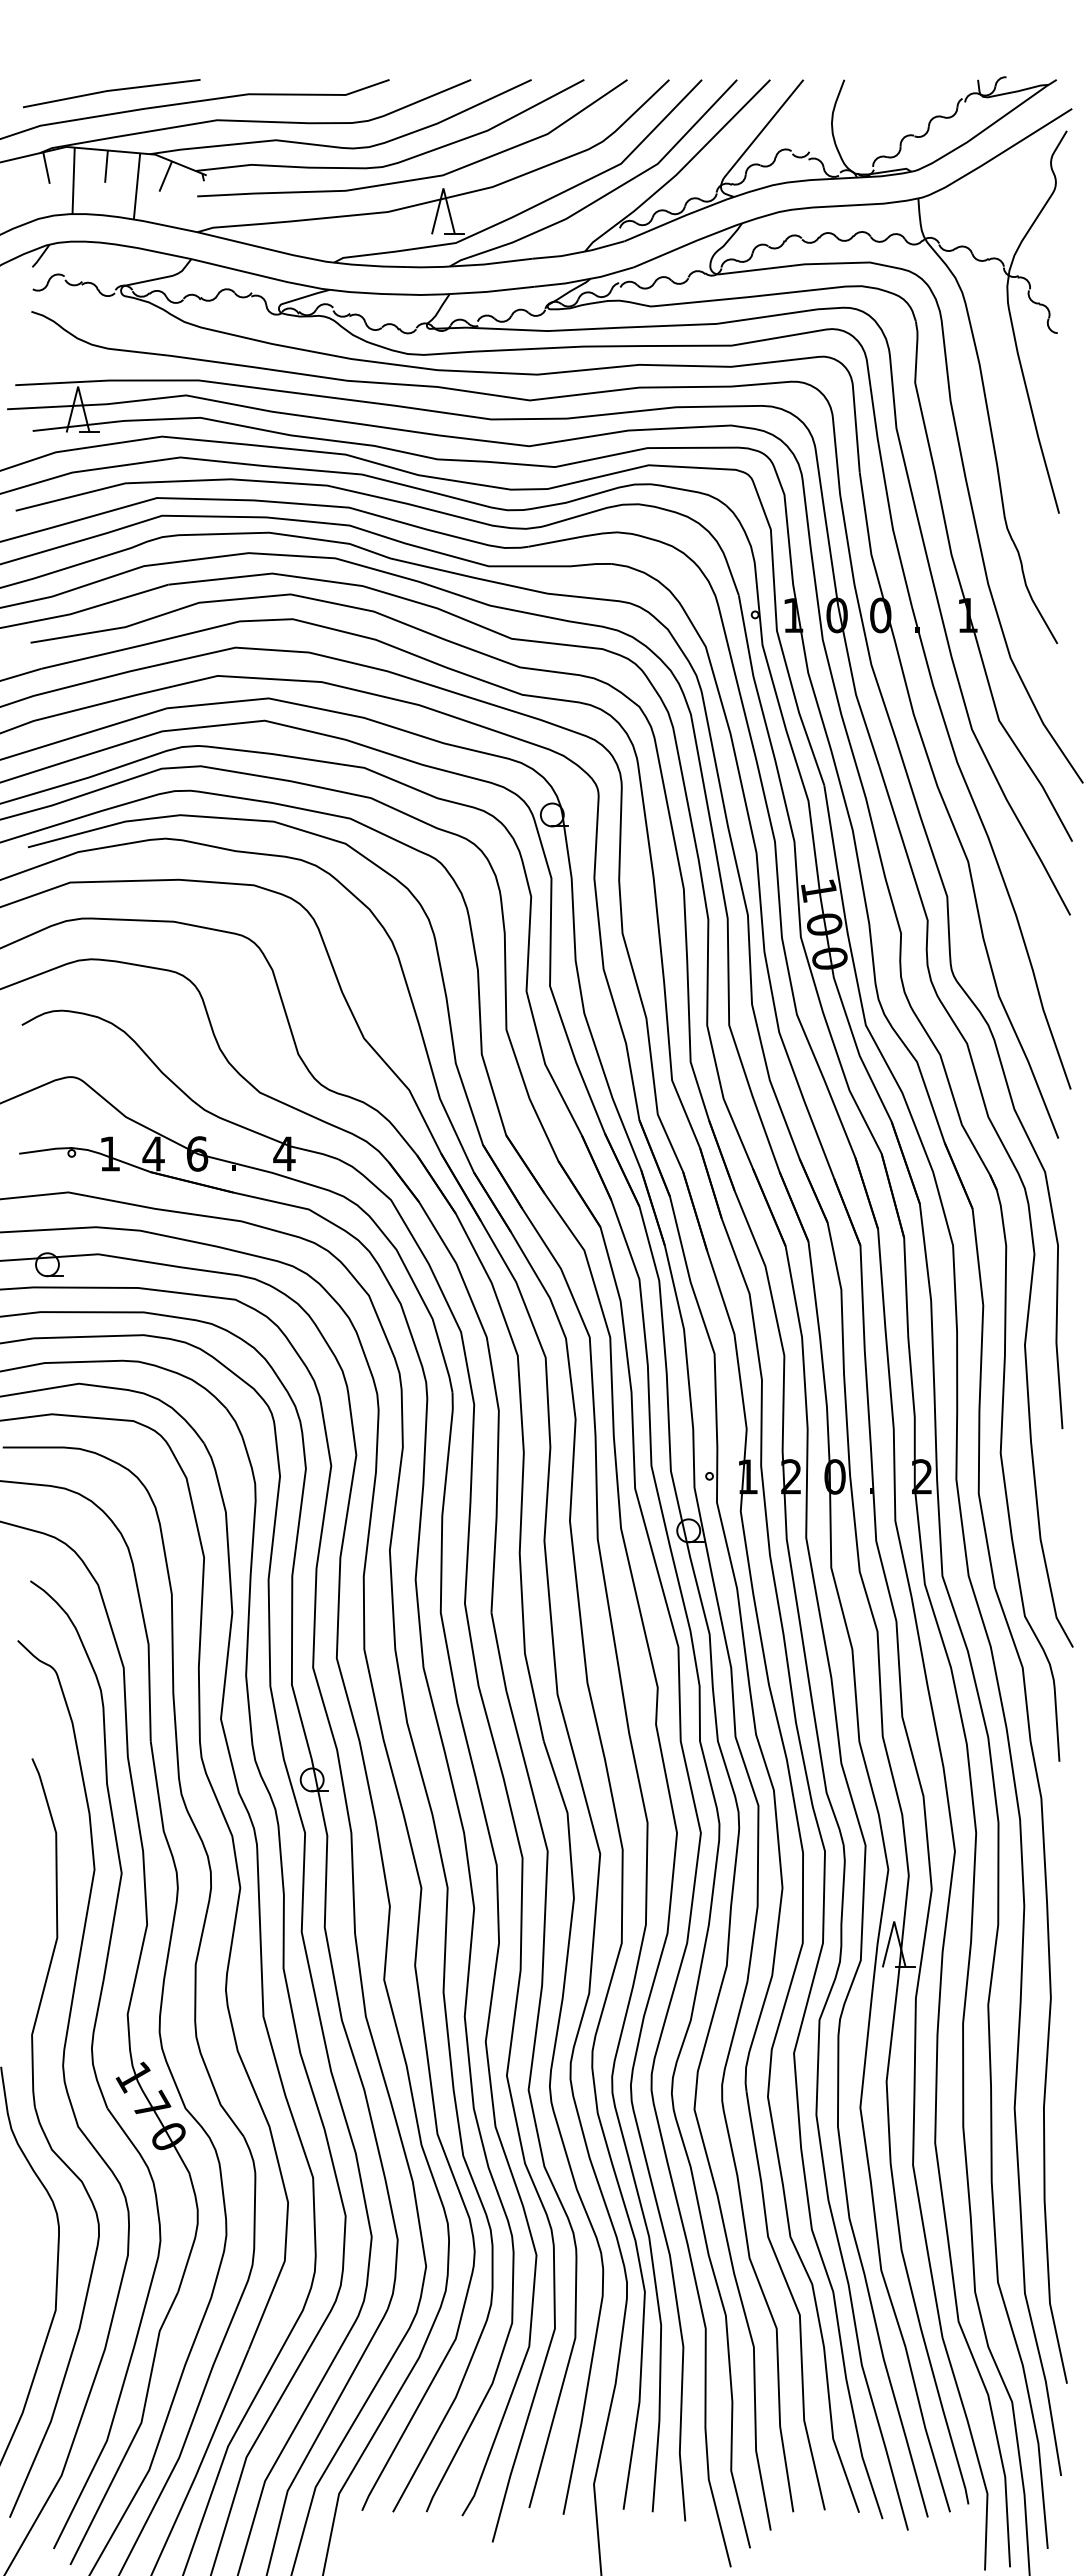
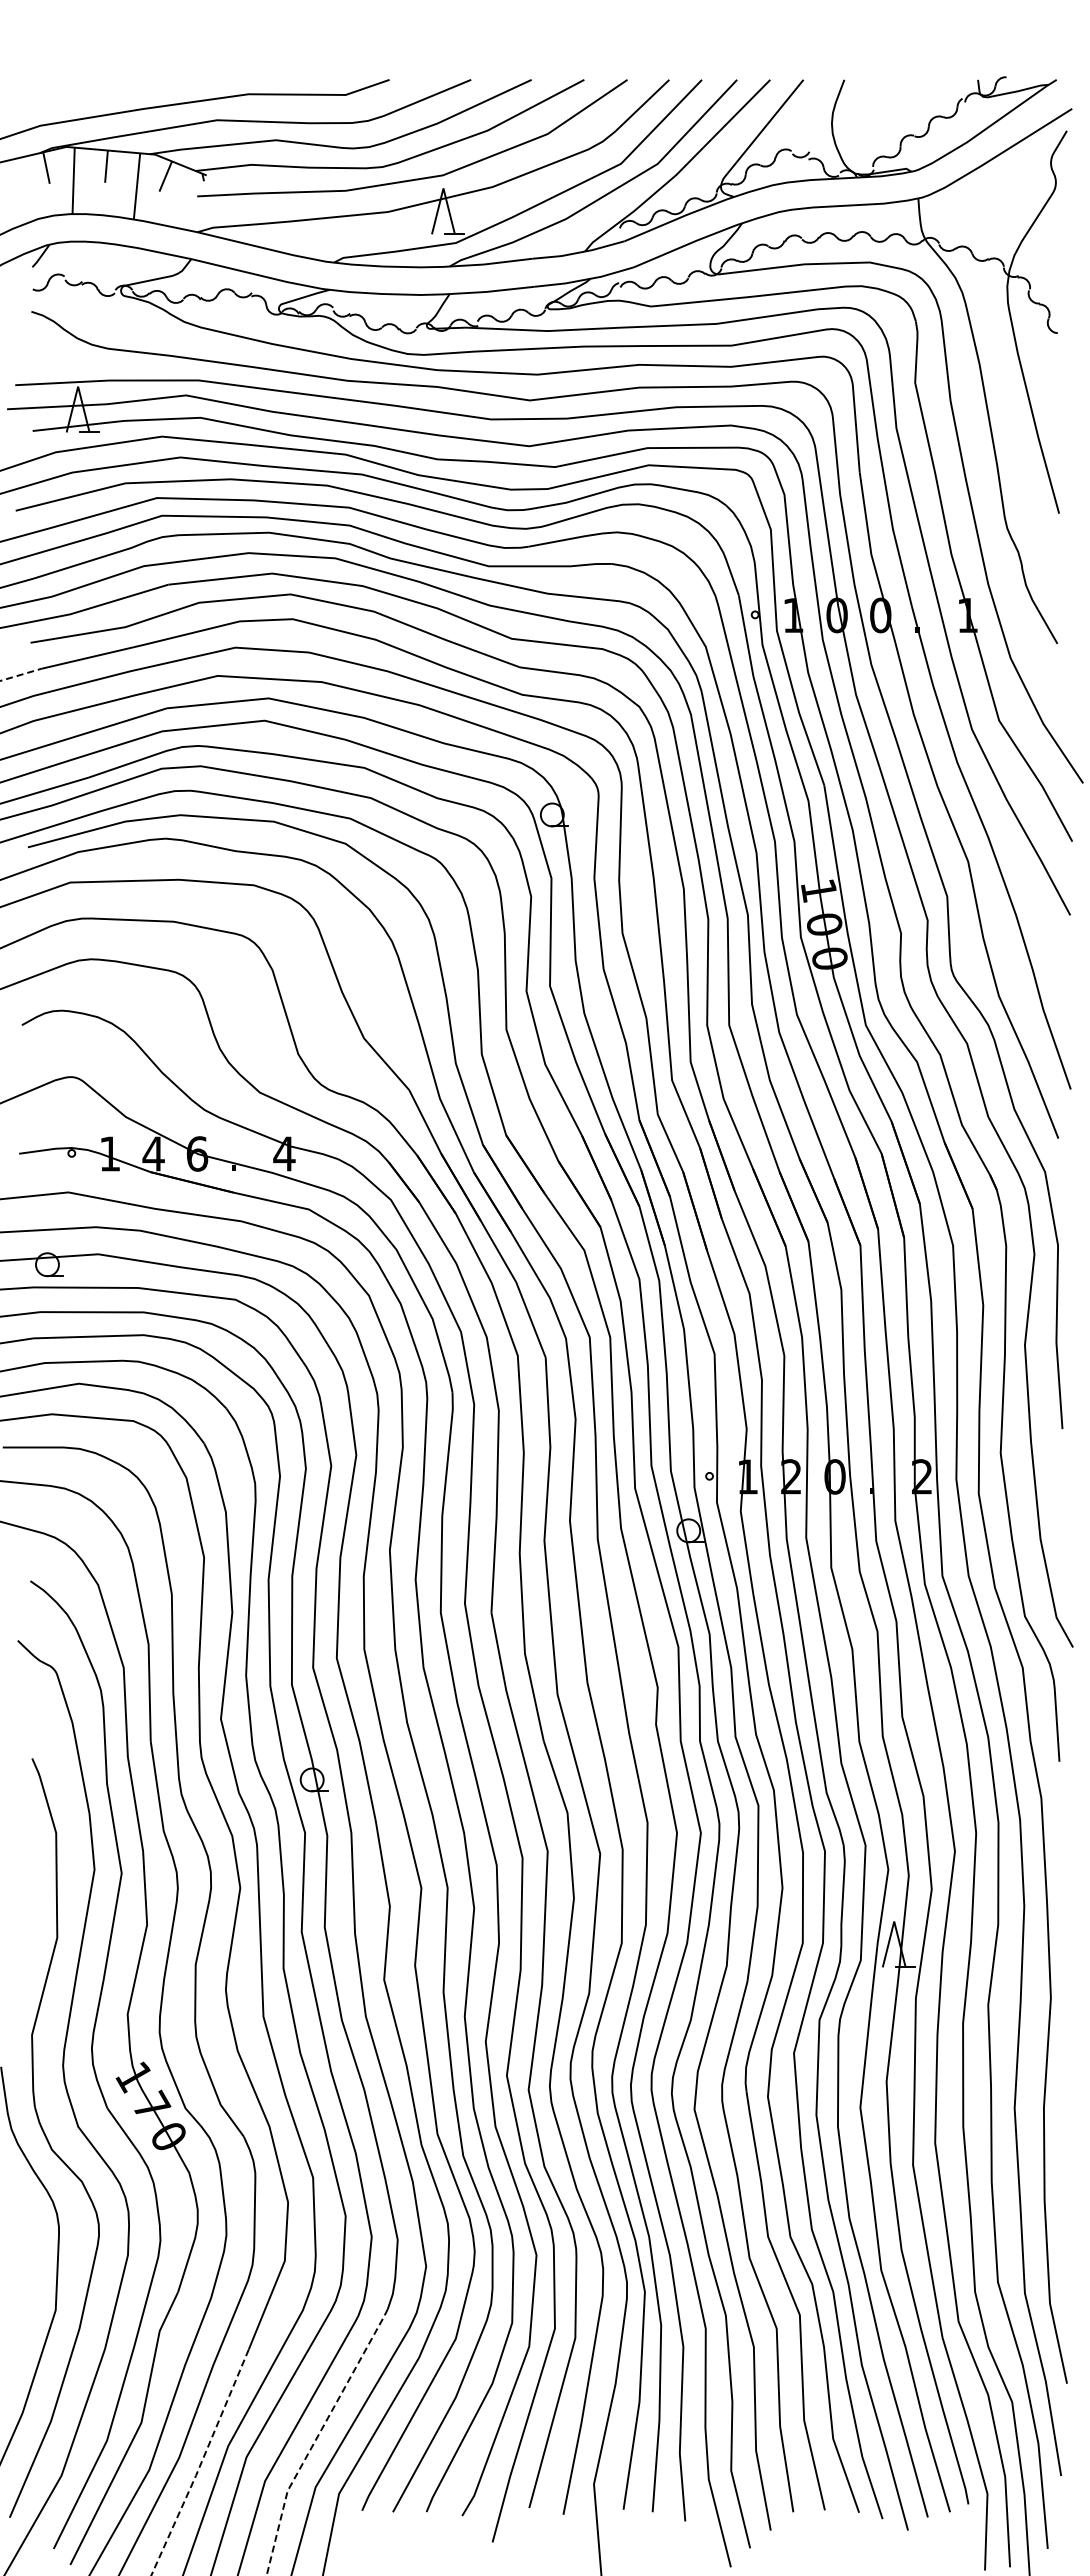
line at (111, 91): present -> none
line at (21, 674): solid -> dashed
line at (316, 2438): solid -> dashed
line at (201, 2463): solid -> dashed
